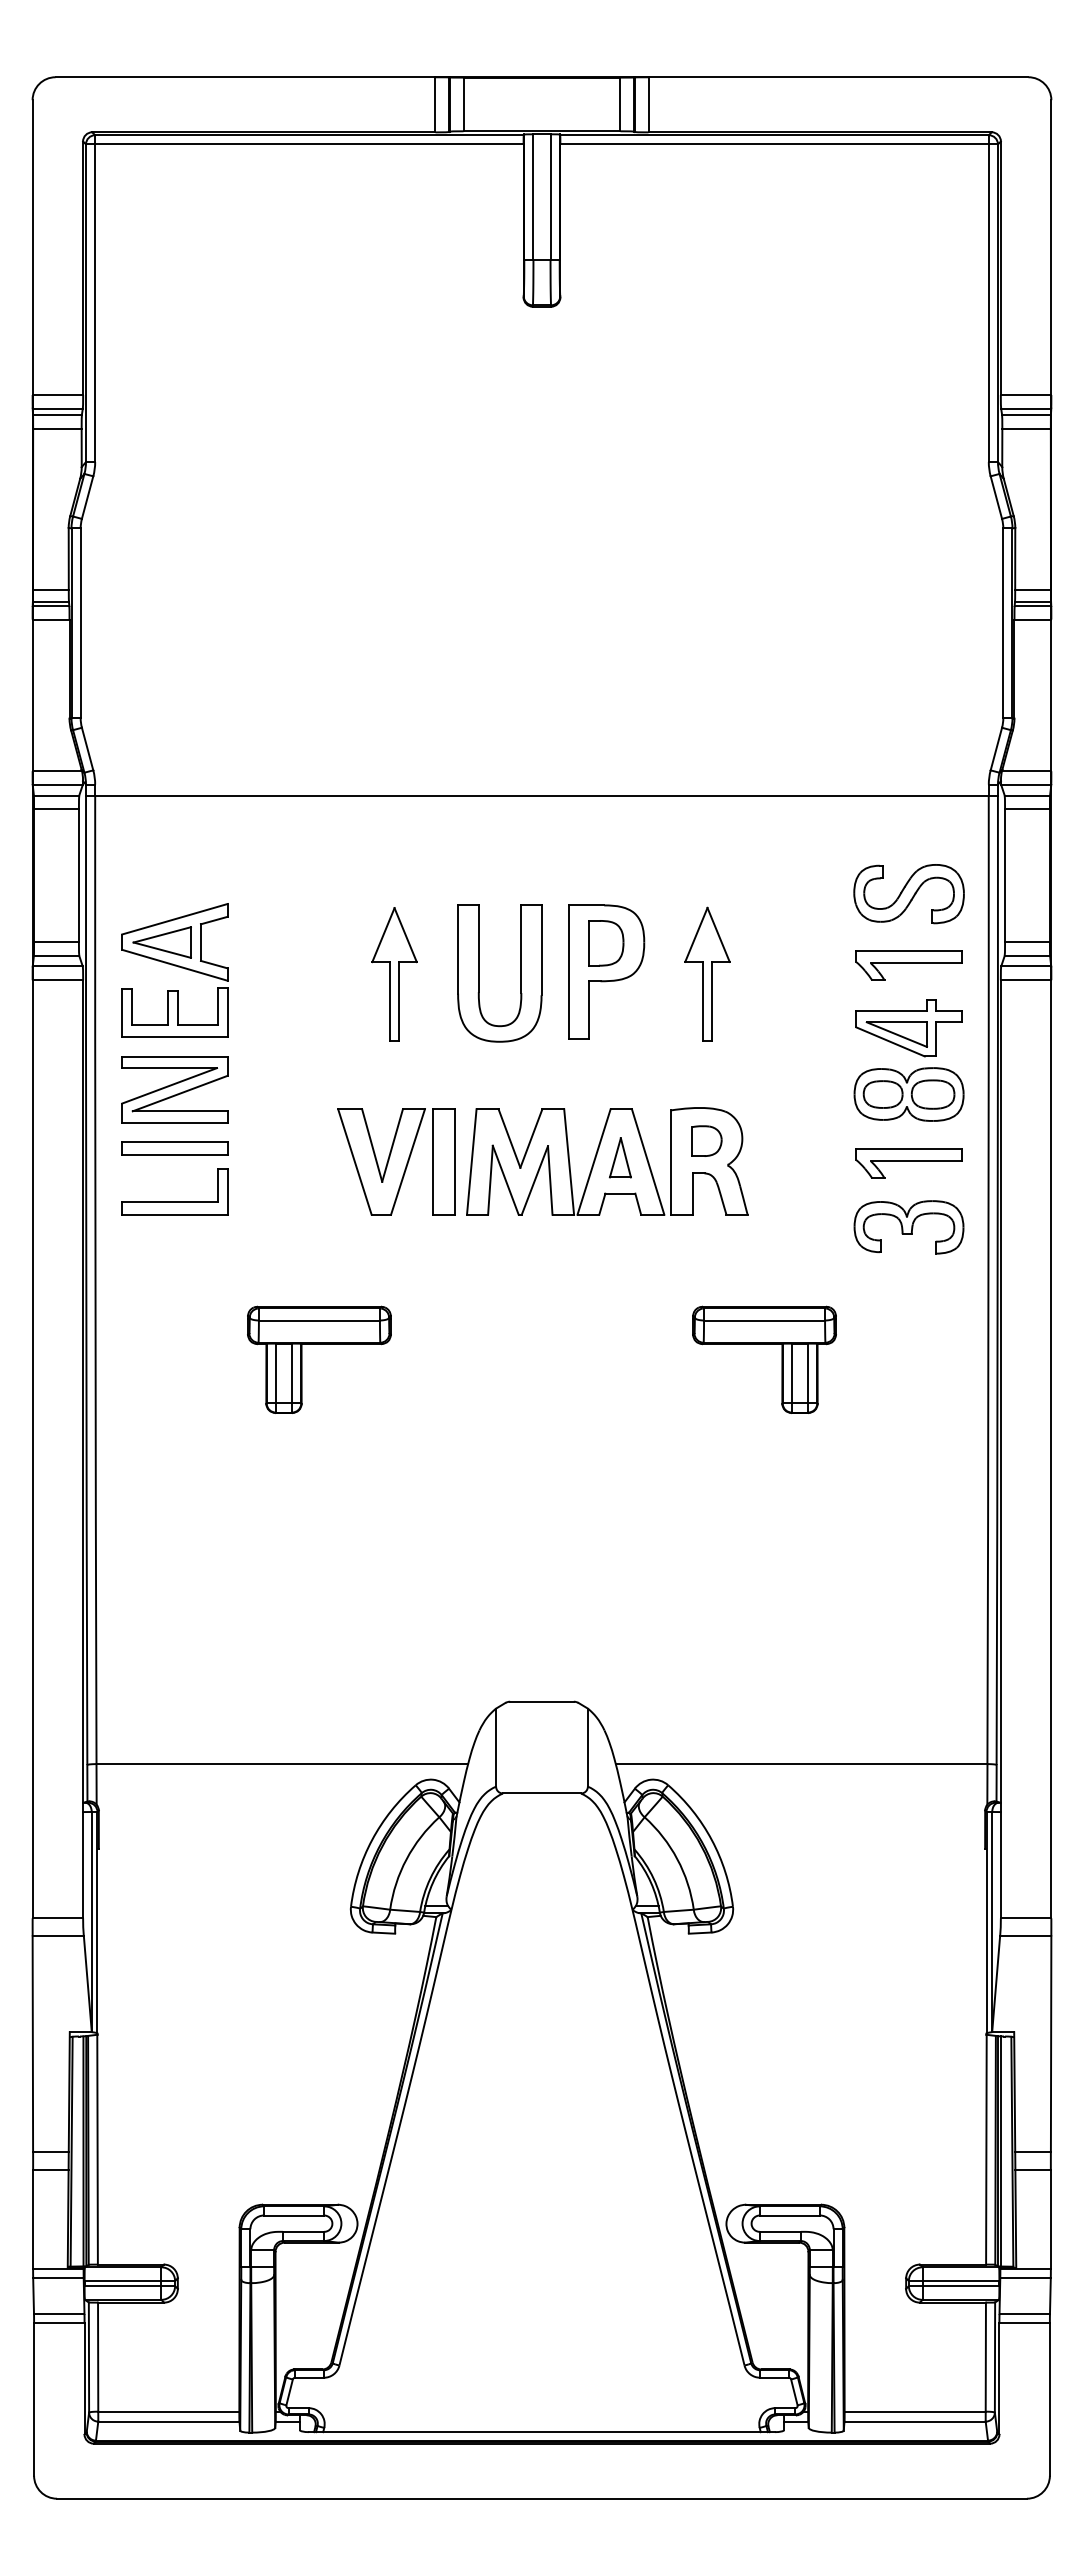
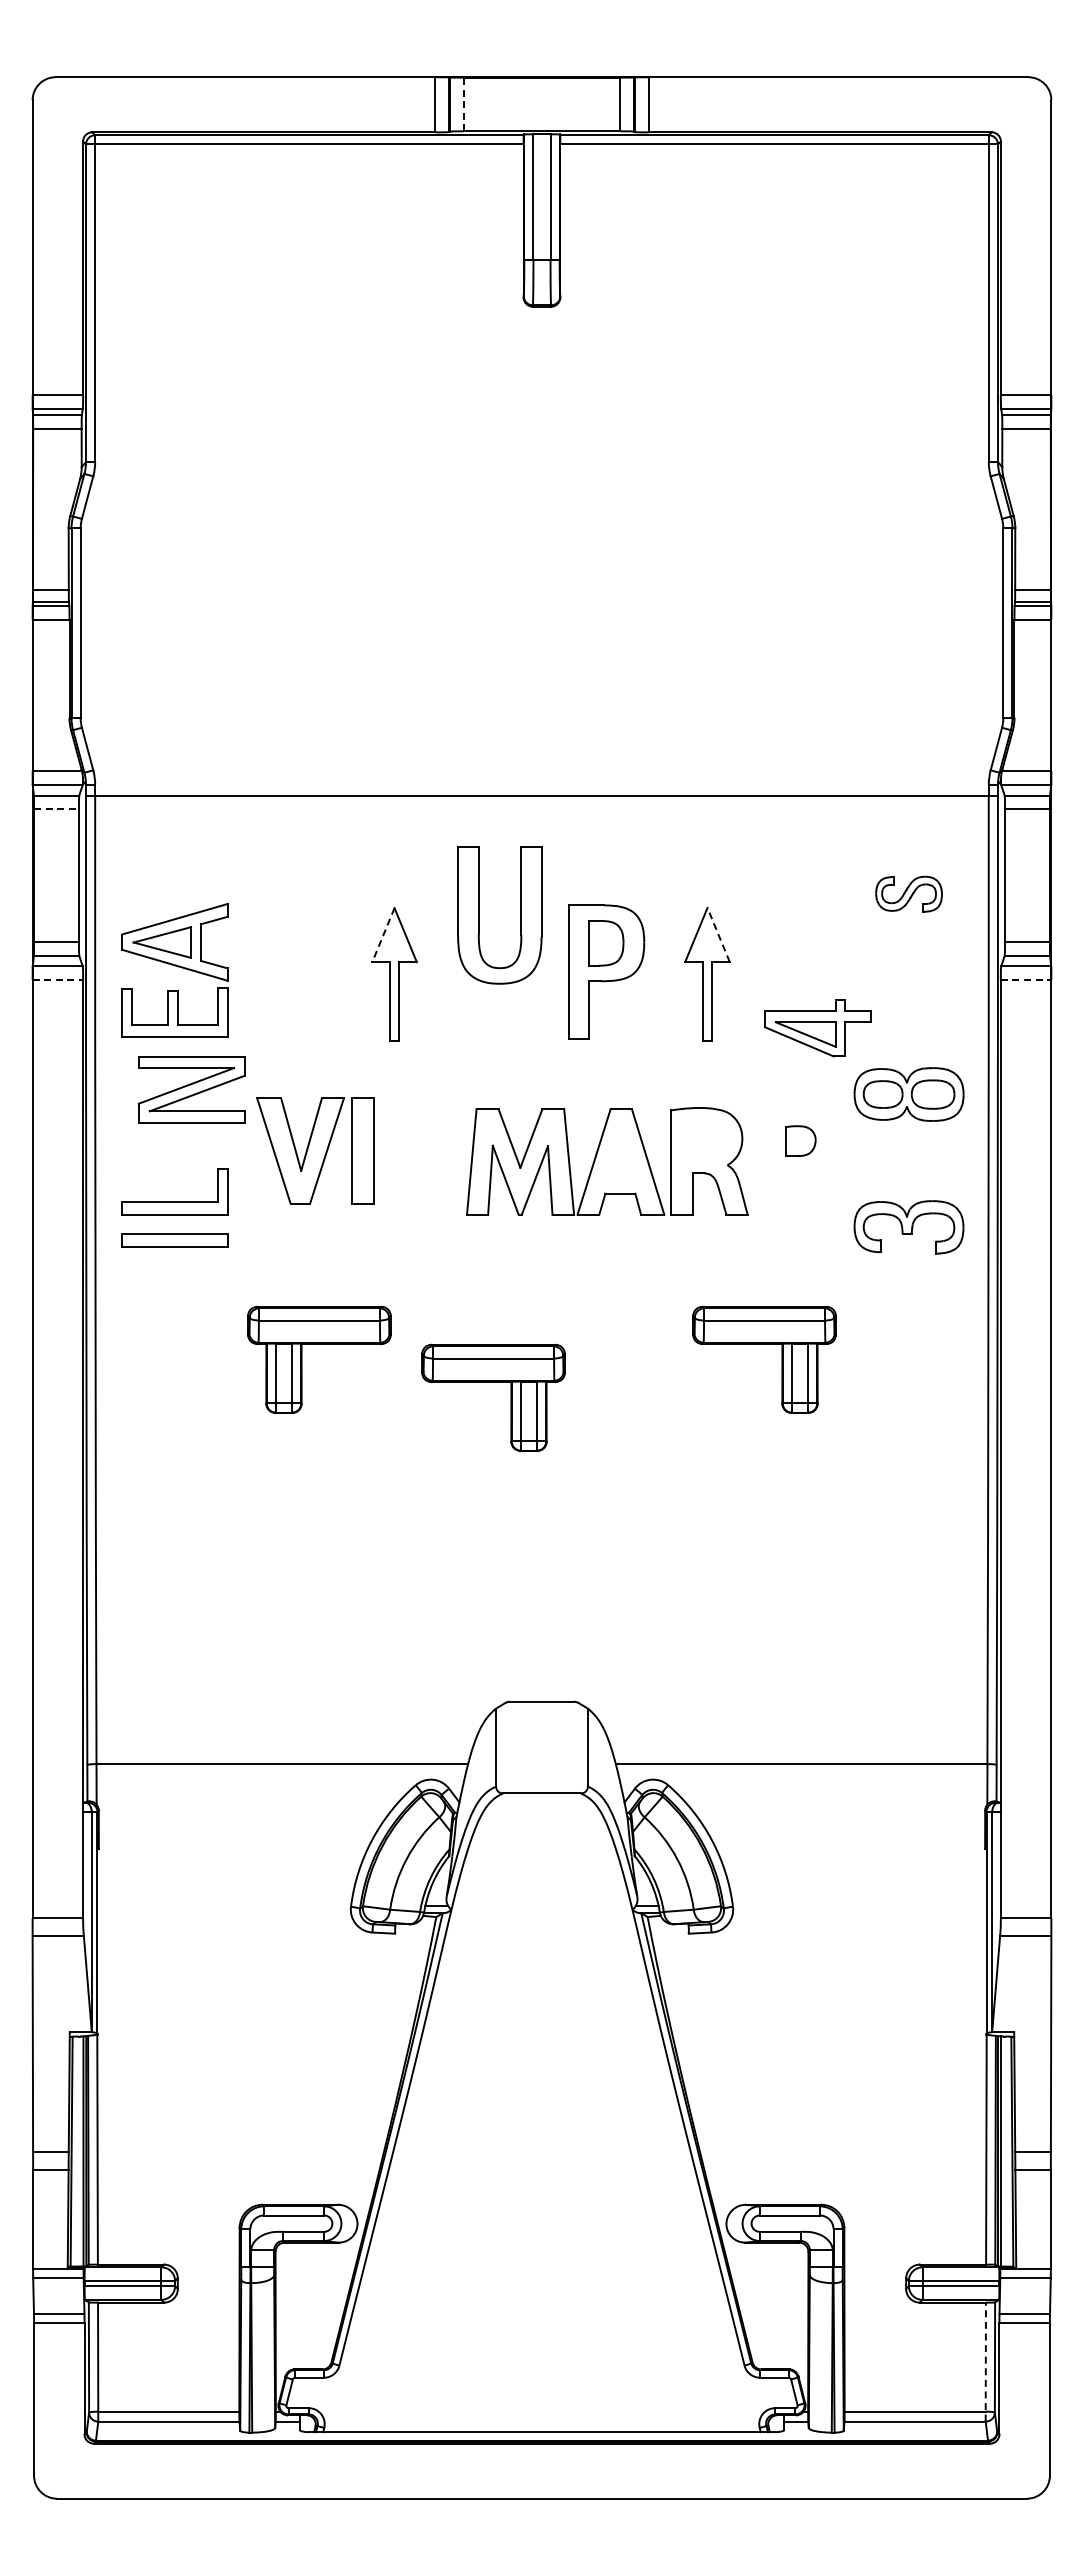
line at (463, 104): solid -> dashed
line at (57, 809): solid -> dashed
part at (908, 894) size: 112x61 px -> 68x38 px
line at (718, 934): solid -> dashed
line at (383, 935): solid -> dashed
part at (908, 965): present -> none
part at (479, 973) position: (479, 973) -> (479, 915)
line at (58, 980): solid -> dashed
line at (1026, 980): solid -> dashed
part at (908, 1028) position: (908, 1028) -> (817, 1028)
part at (174, 1089) position: (174, 1089) -> (191, 1089)
part at (706, 1140) position: (706, 1140) -> (800, 1140)
part at (174, 1148) position: (174, 1148) -> (174, 1240)
part at (620, 1157): present -> none
part at (396, 1161) position: (396, 1161) -> (315, 1150)
part at (908, 1163): present -> none
part at (493, 1382): none -> present
line at (985, 2361): solid -> dashed
